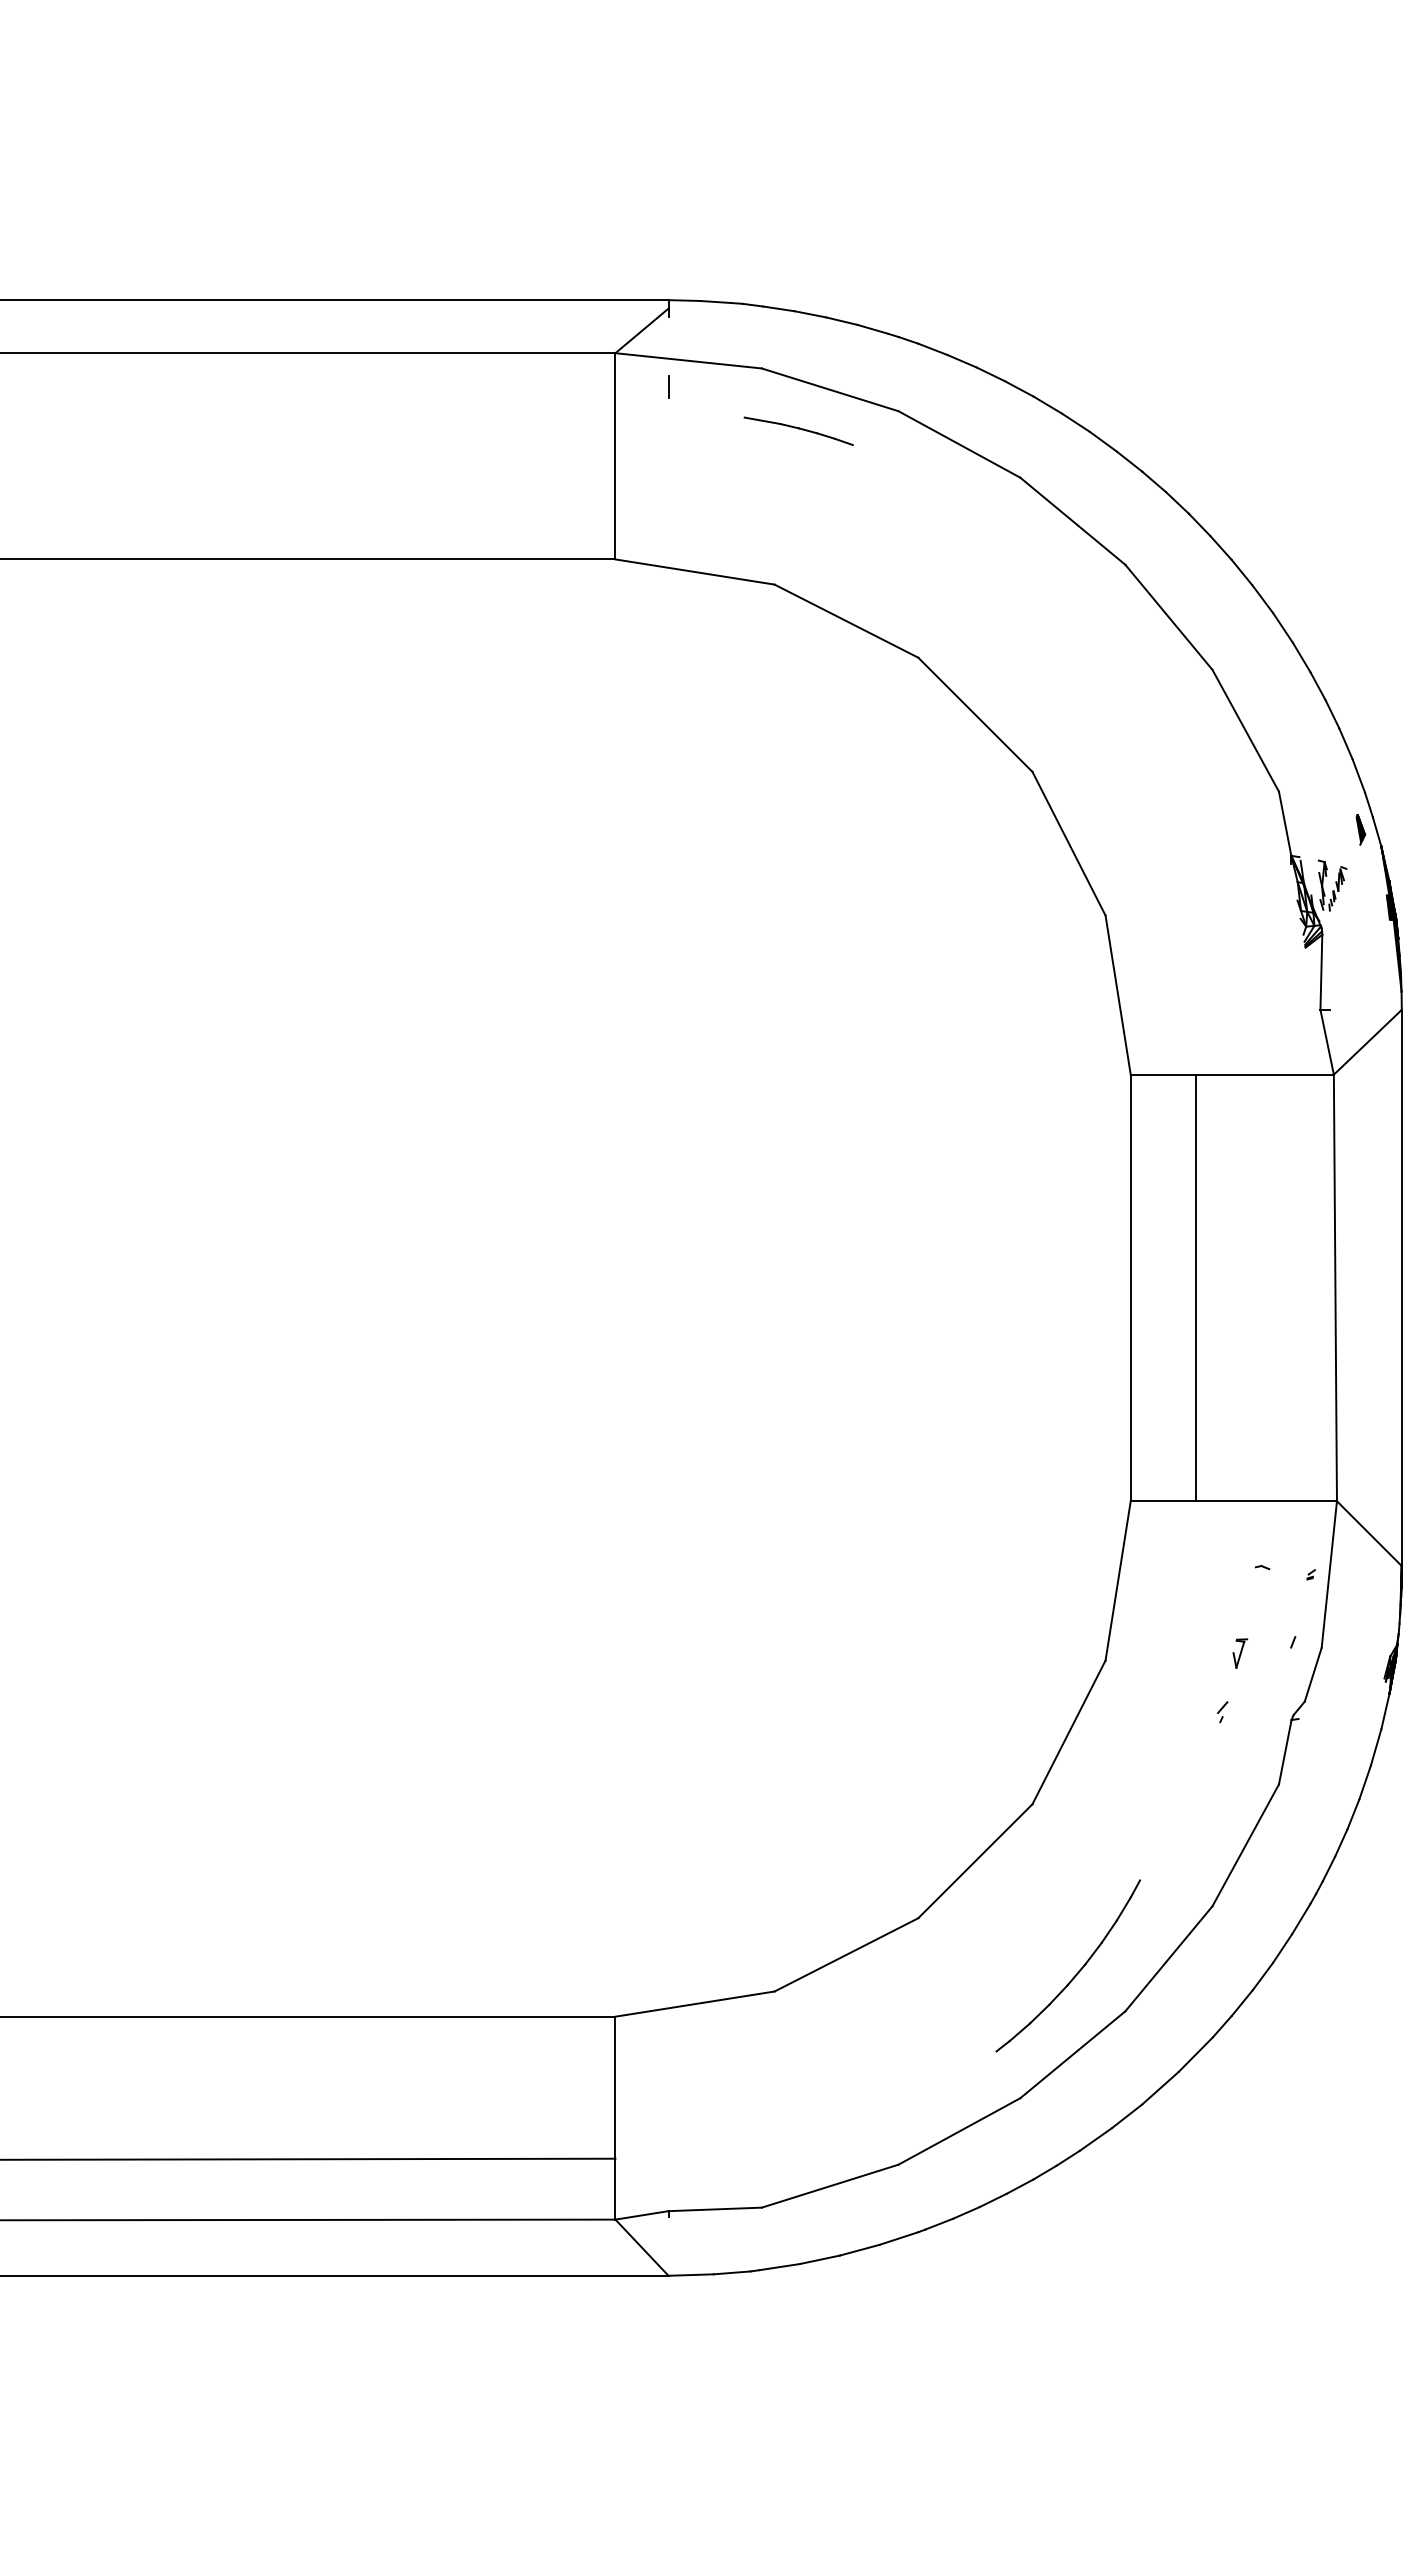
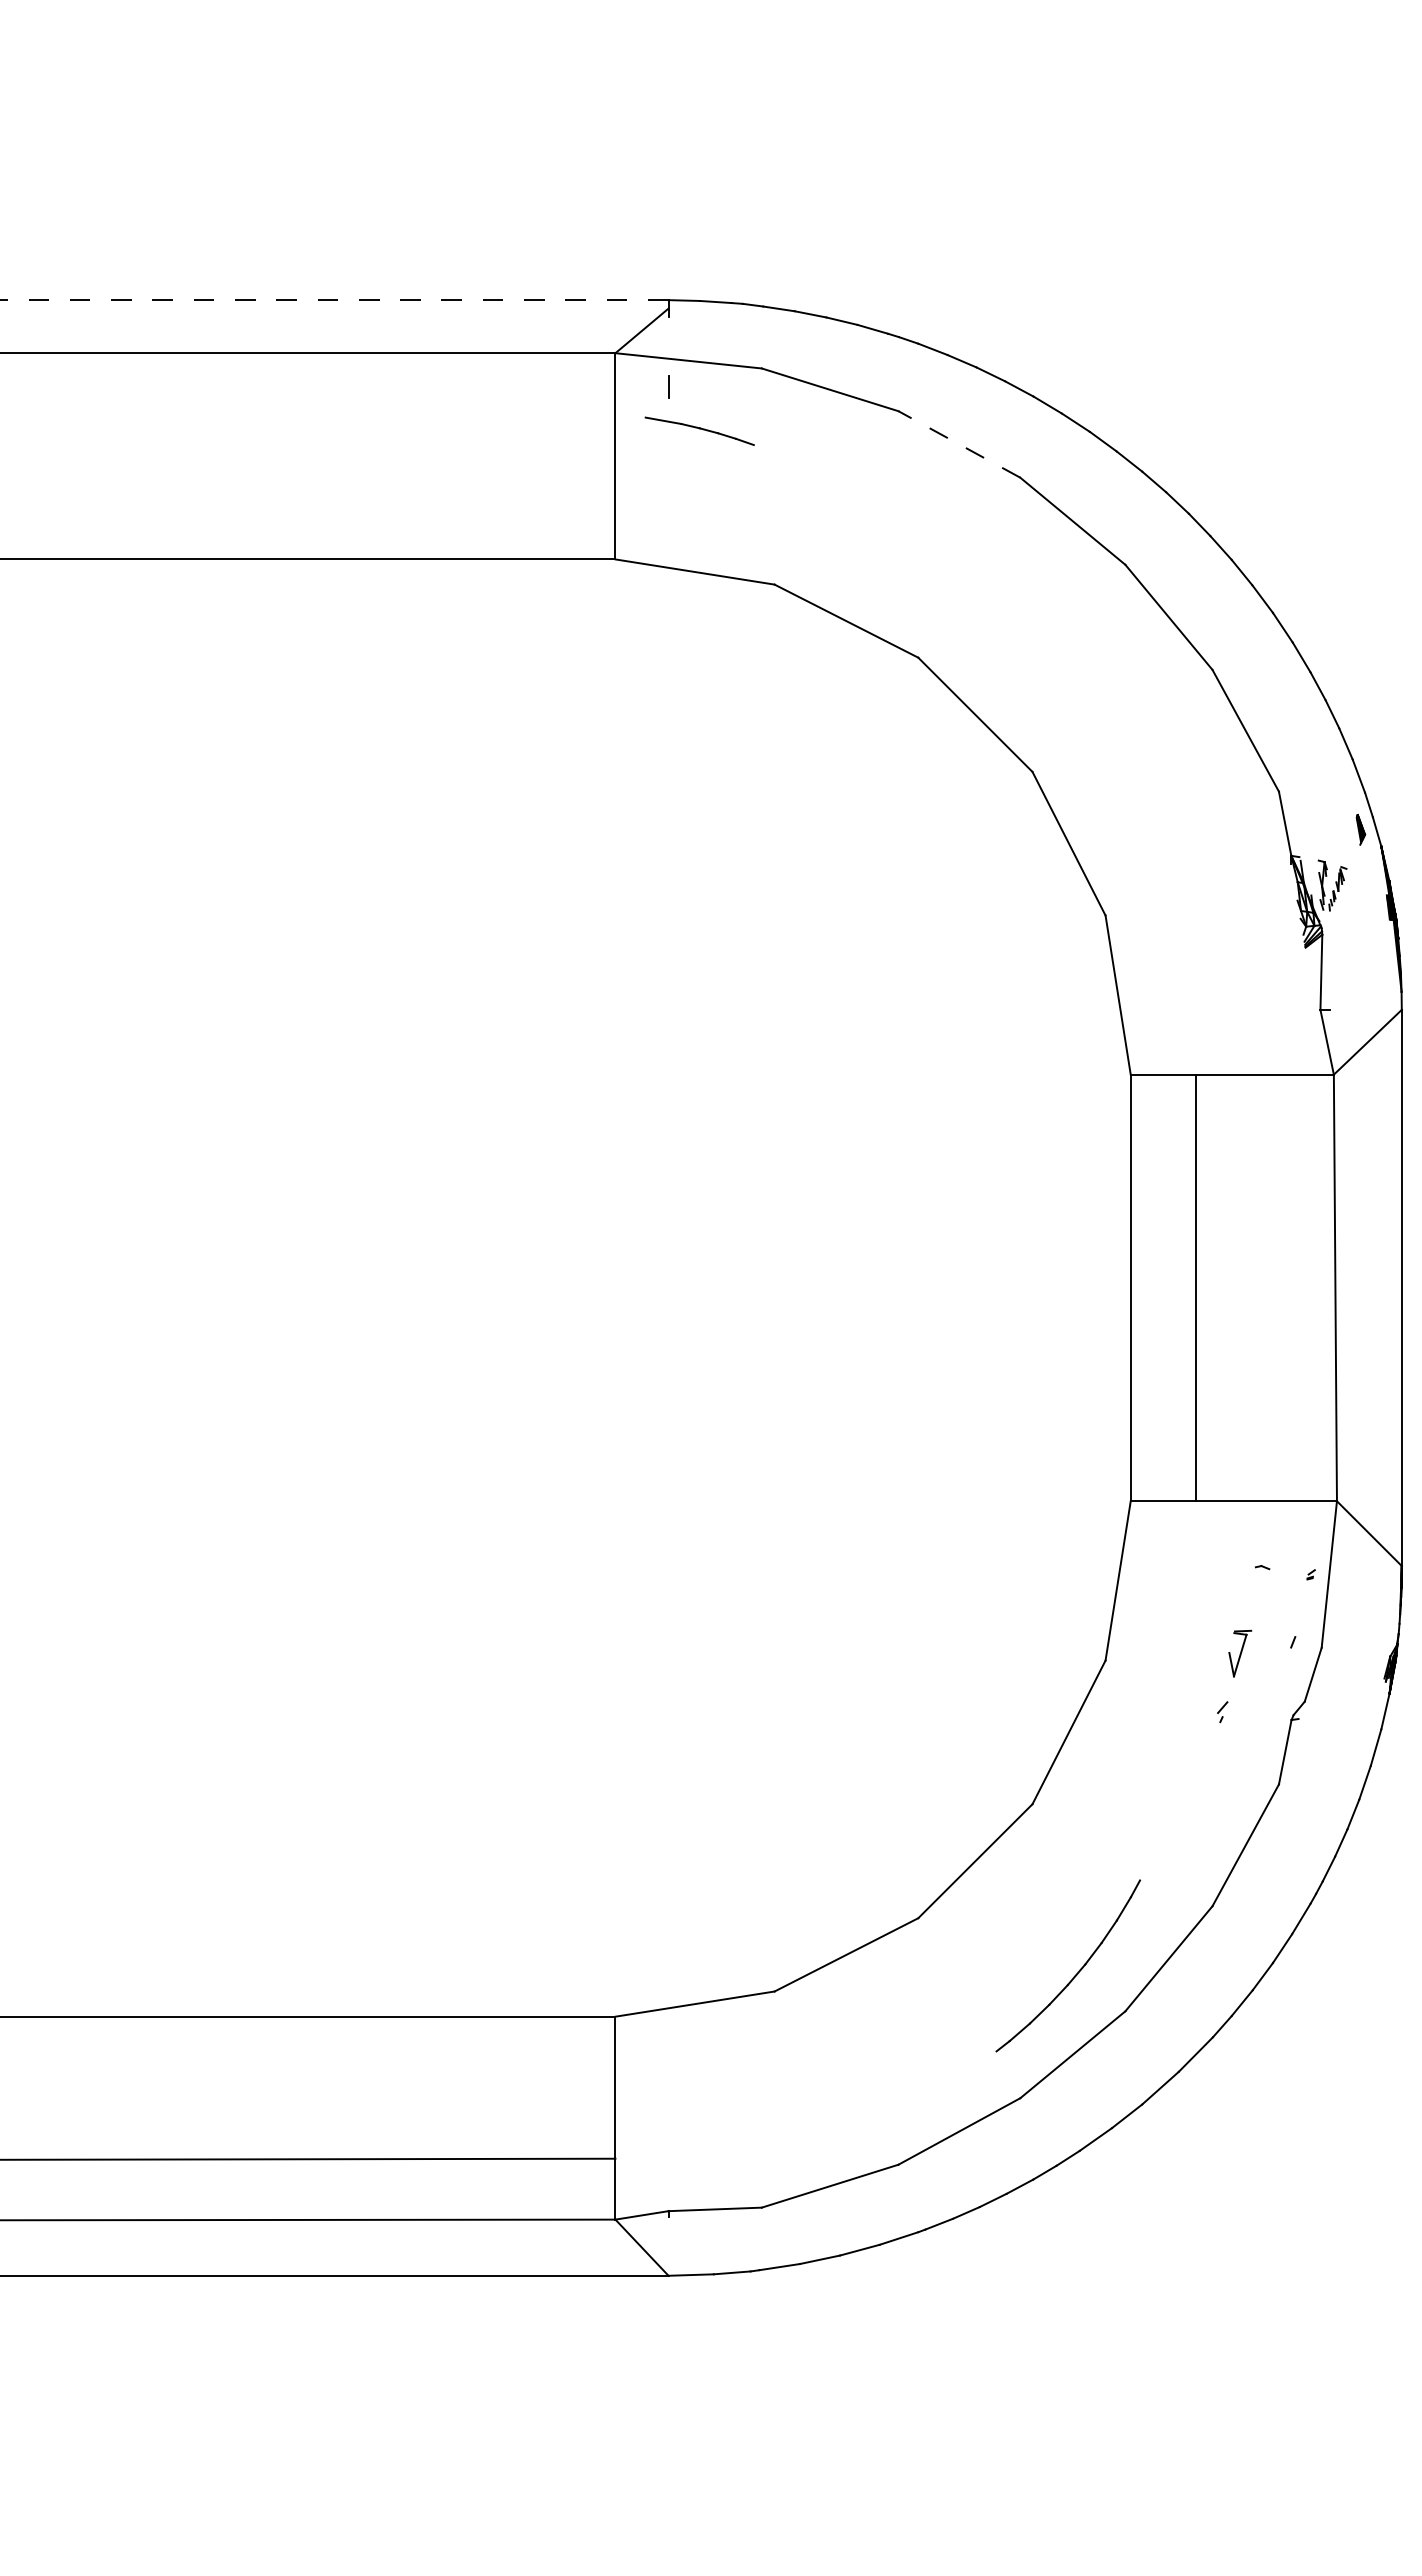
line at (334, 300): solid -> dashed
part at (798, 430) position: (798, 430) -> (699, 430)
line at (958, 444): solid -> dashed
part at (1240, 1653) size: 17x31 px -> 25x49 px
